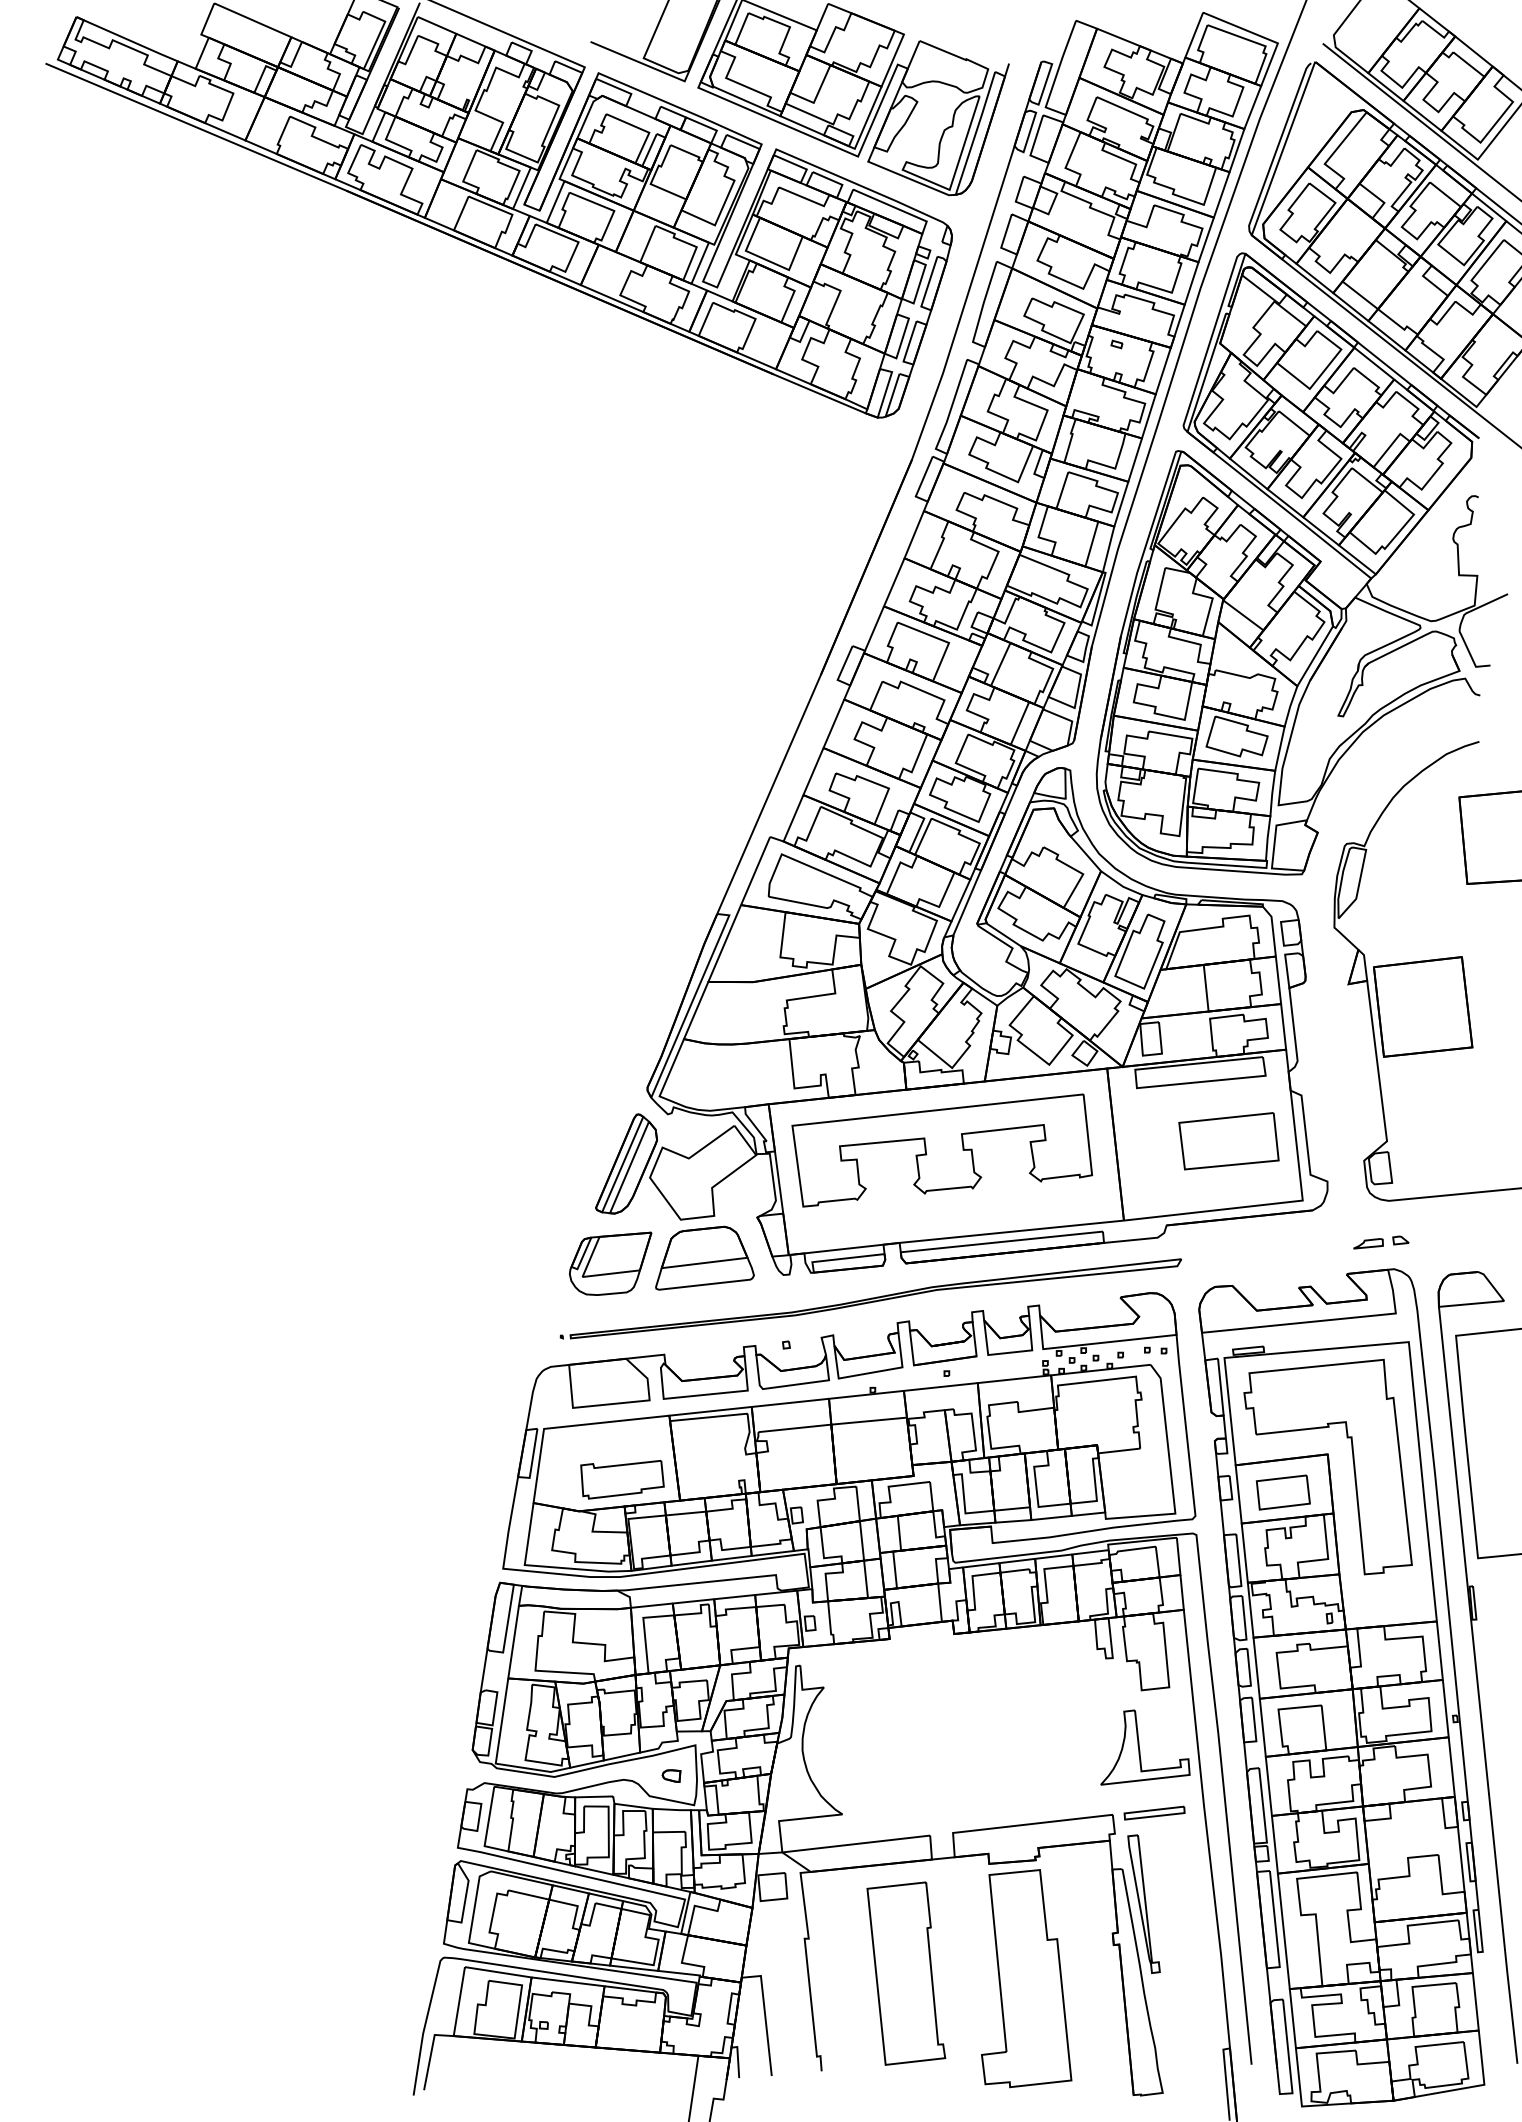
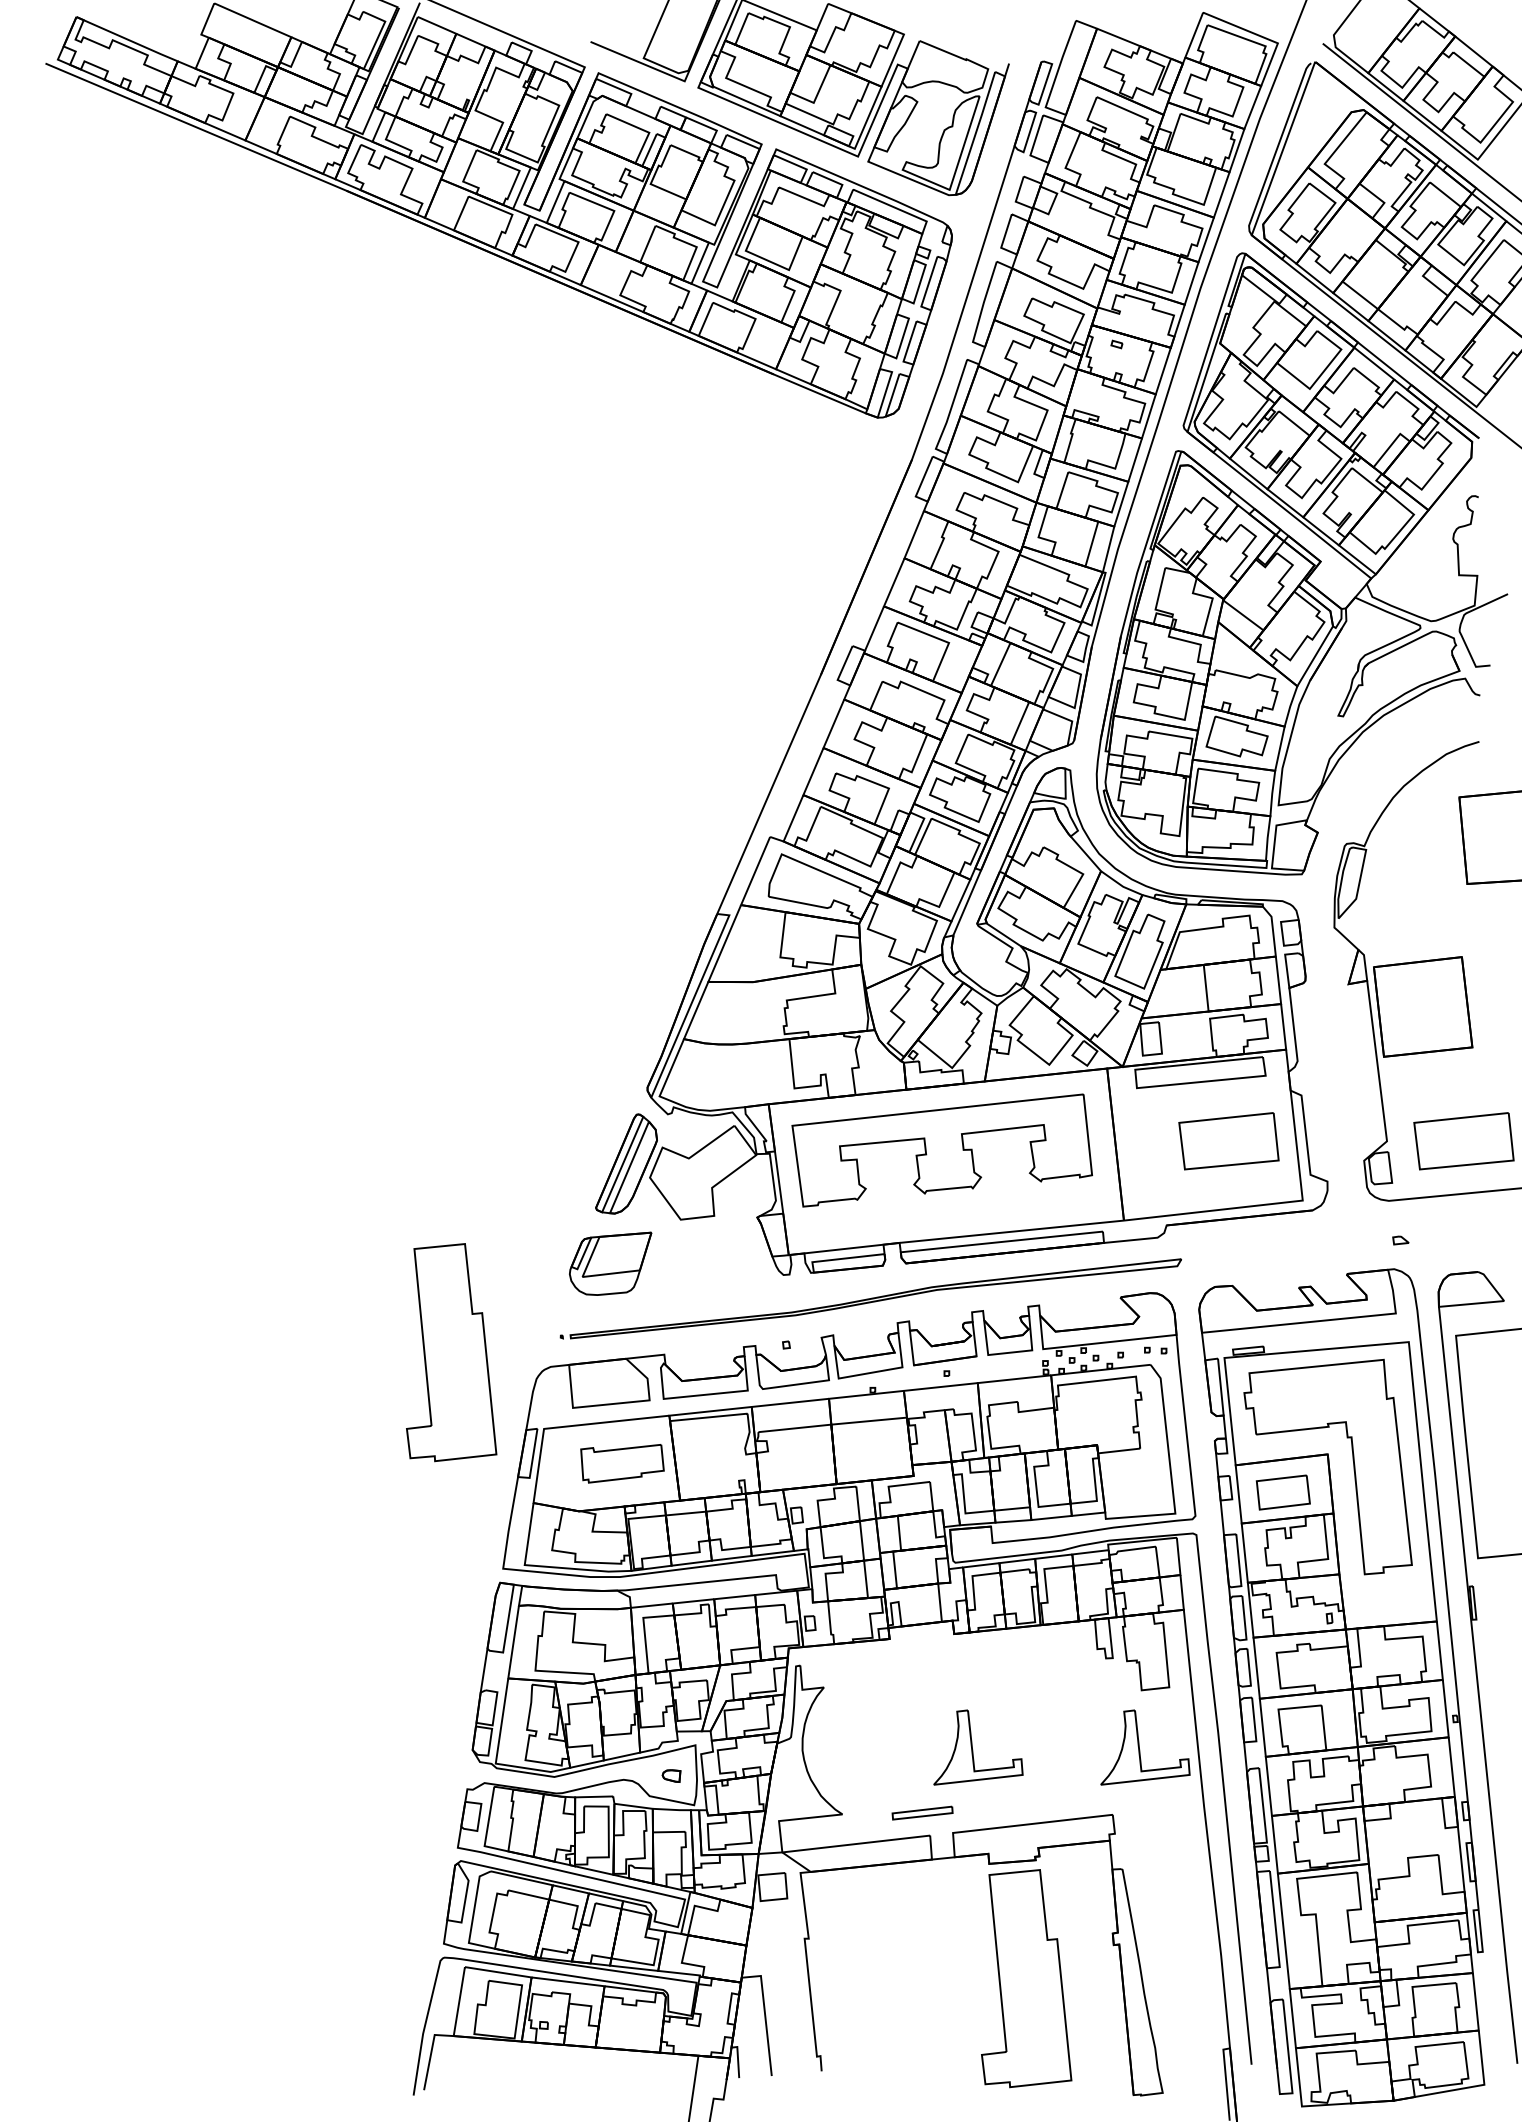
part at (1463, 1141): none -> present
part at (1368, 1243): present -> none
part at (704, 1257): present -> none
part at (451, 1352): none -> present
part at (622, 1479) position: (622, 1479) -> (622, 1463)
part at (978, 1747): none -> present
part at (1154, 1812) position: (1154, 1812) -> (922, 1812)
part at (1143, 1904): present -> none
part at (906, 1973): present -> none
